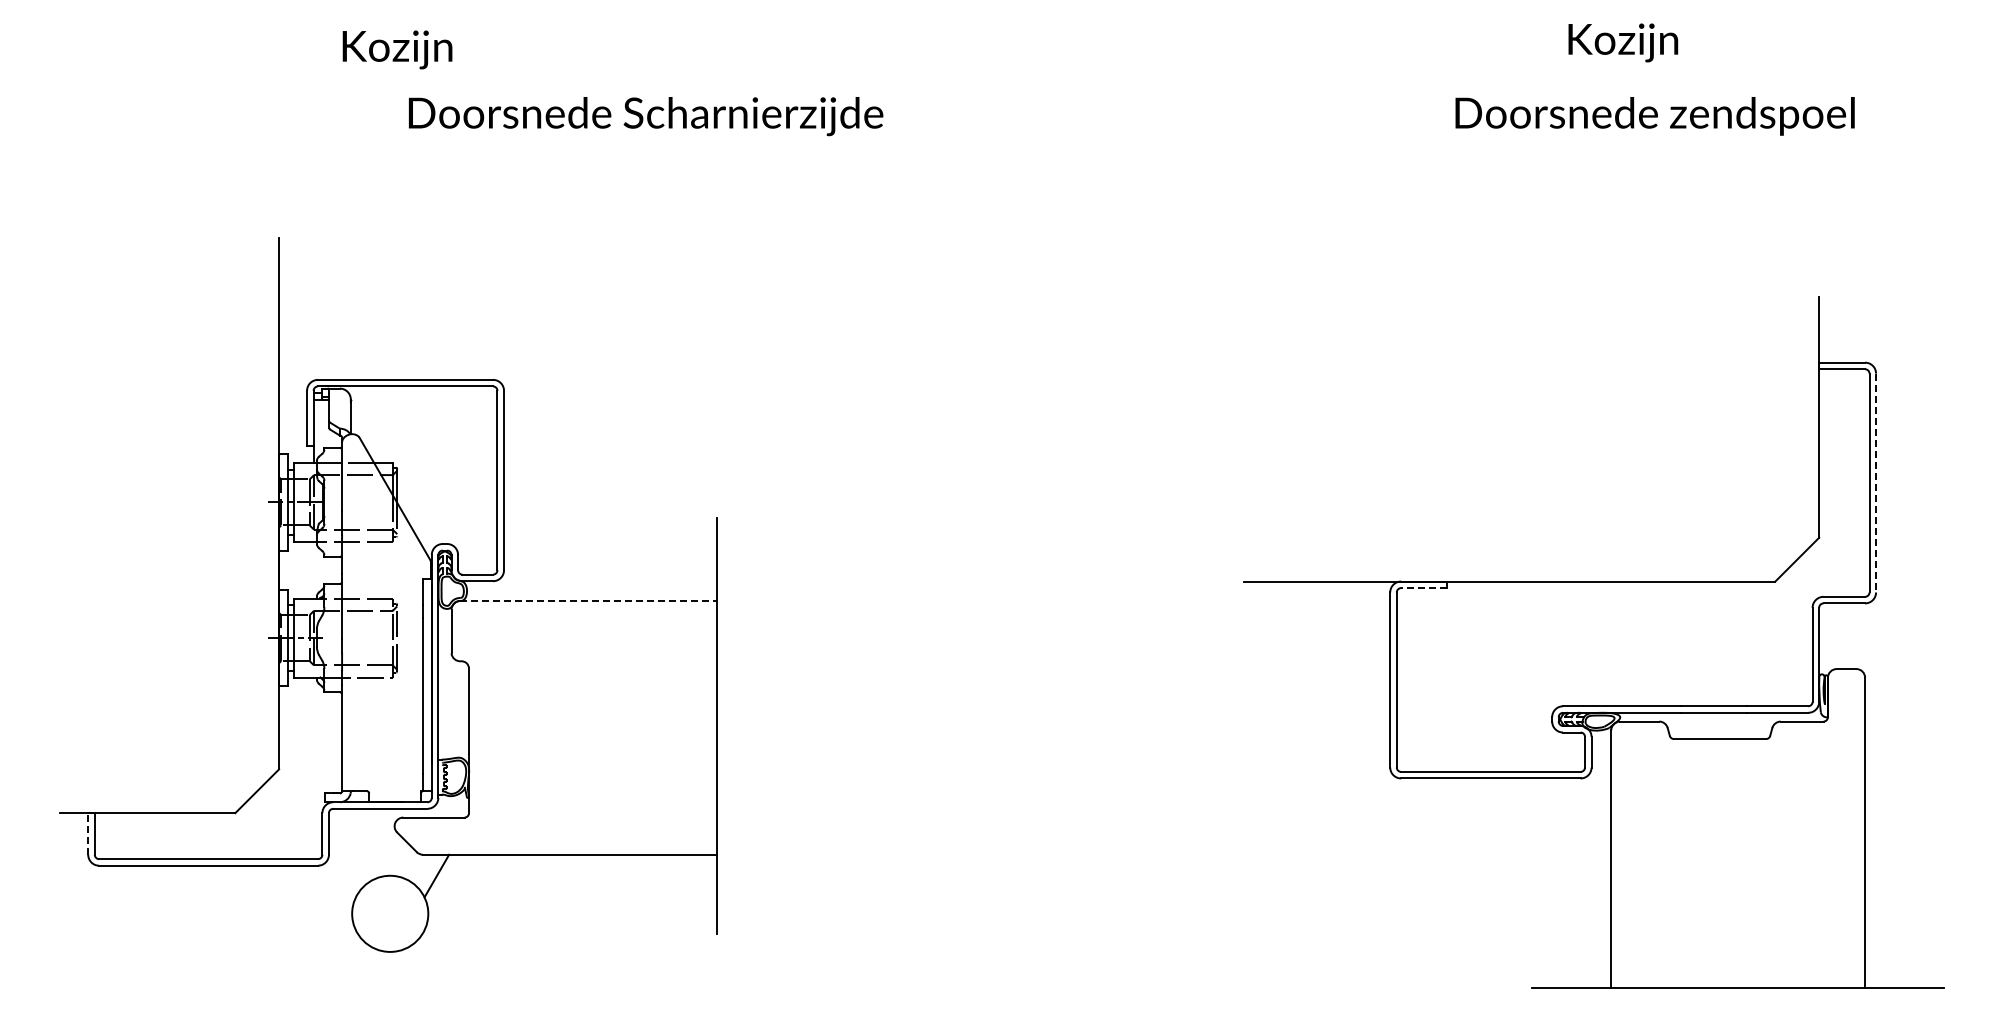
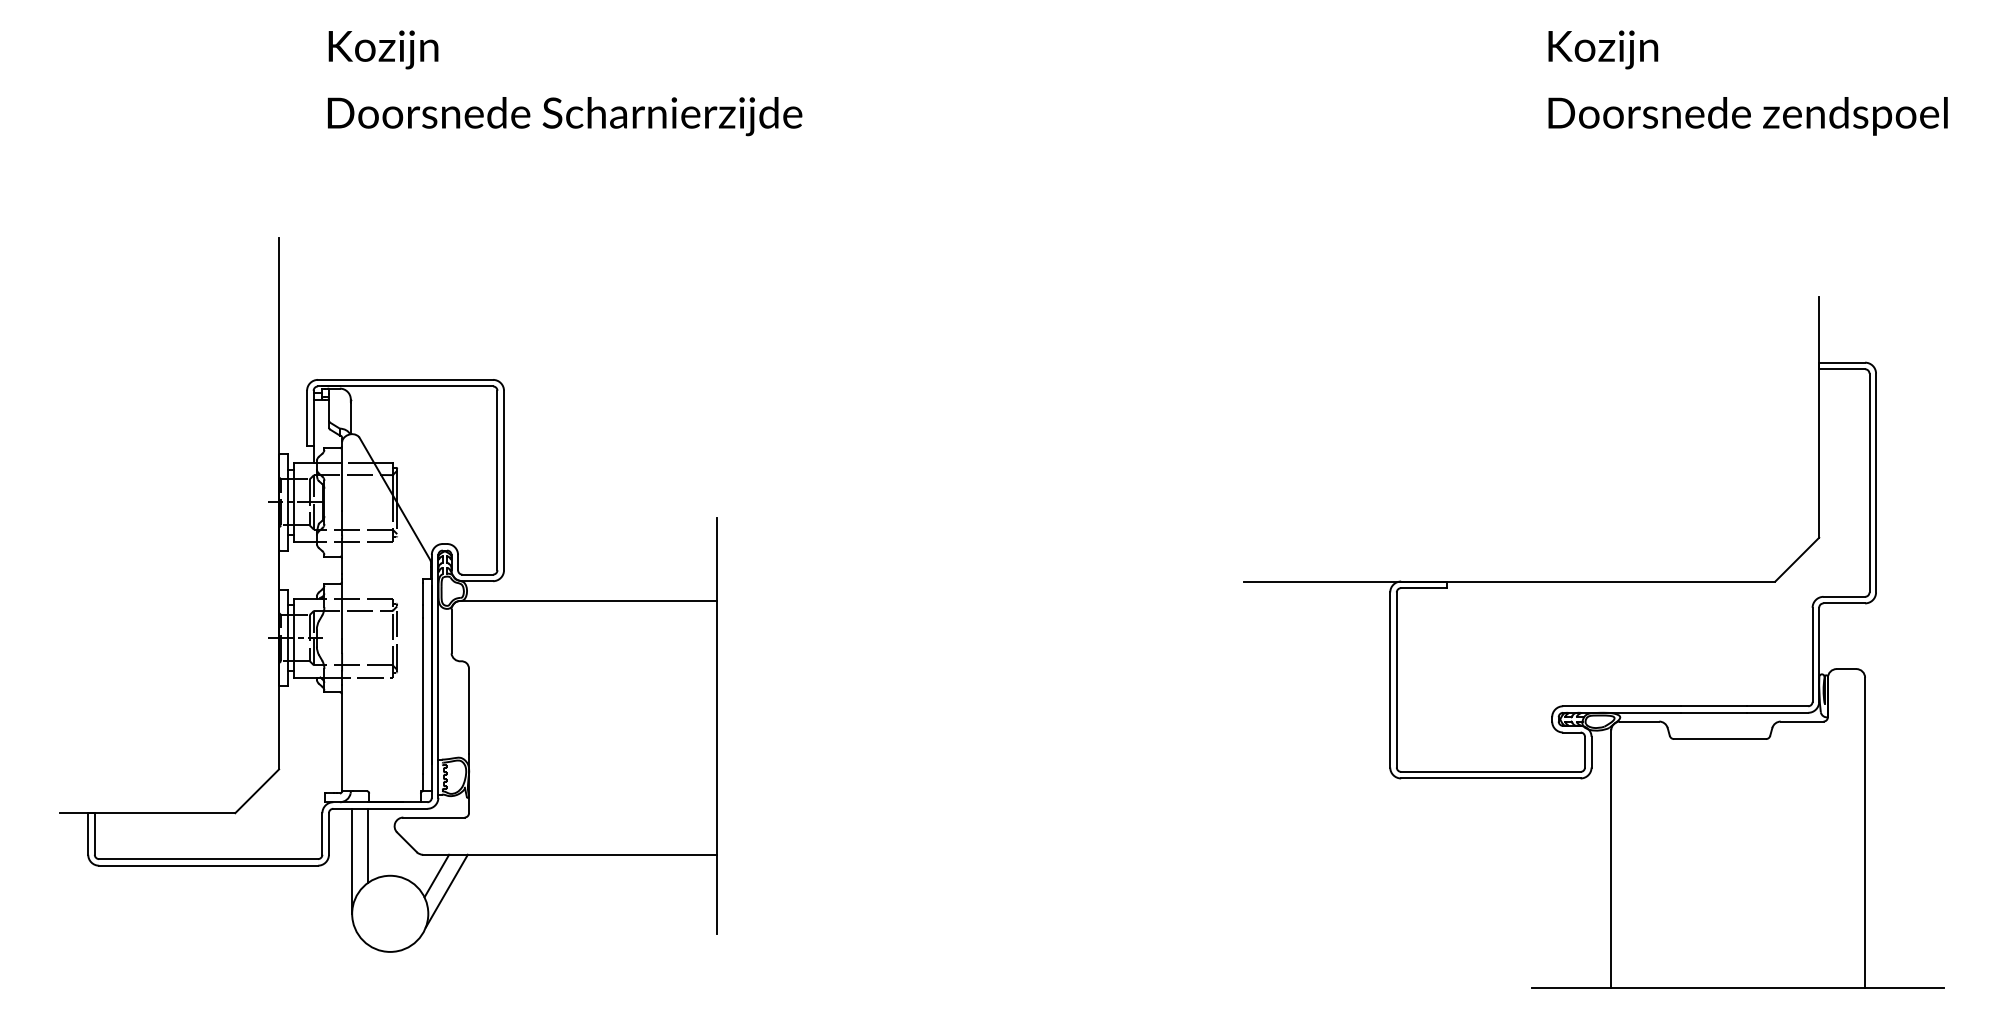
text at (1623, 42) position: (1623, 42) -> (1603, 49)
text at (397, 49) position: (397, 49) -> (383, 49)
text at (646, 116) position: (646, 116) -> (565, 116)
text at (1654, 116) position: (1654, 116) -> (1747, 116)
line at (1876, 483): dashed -> solid
line at (1424, 588): dashed -> solid
line at (588, 600): dashed -> solid
line at (88, 833): dashed -> solid
line at (368, 845): none -> present
line at (352, 860): none -> present
line at (446, 890): none -> present
